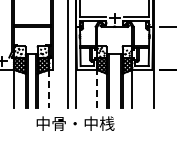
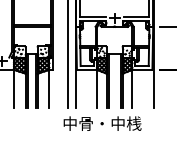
line at (97, 88): dashed -> solid
line at (49, 89): dashed -> solid
text at (75, 123) position: (75, 123) -> (102, 123)
